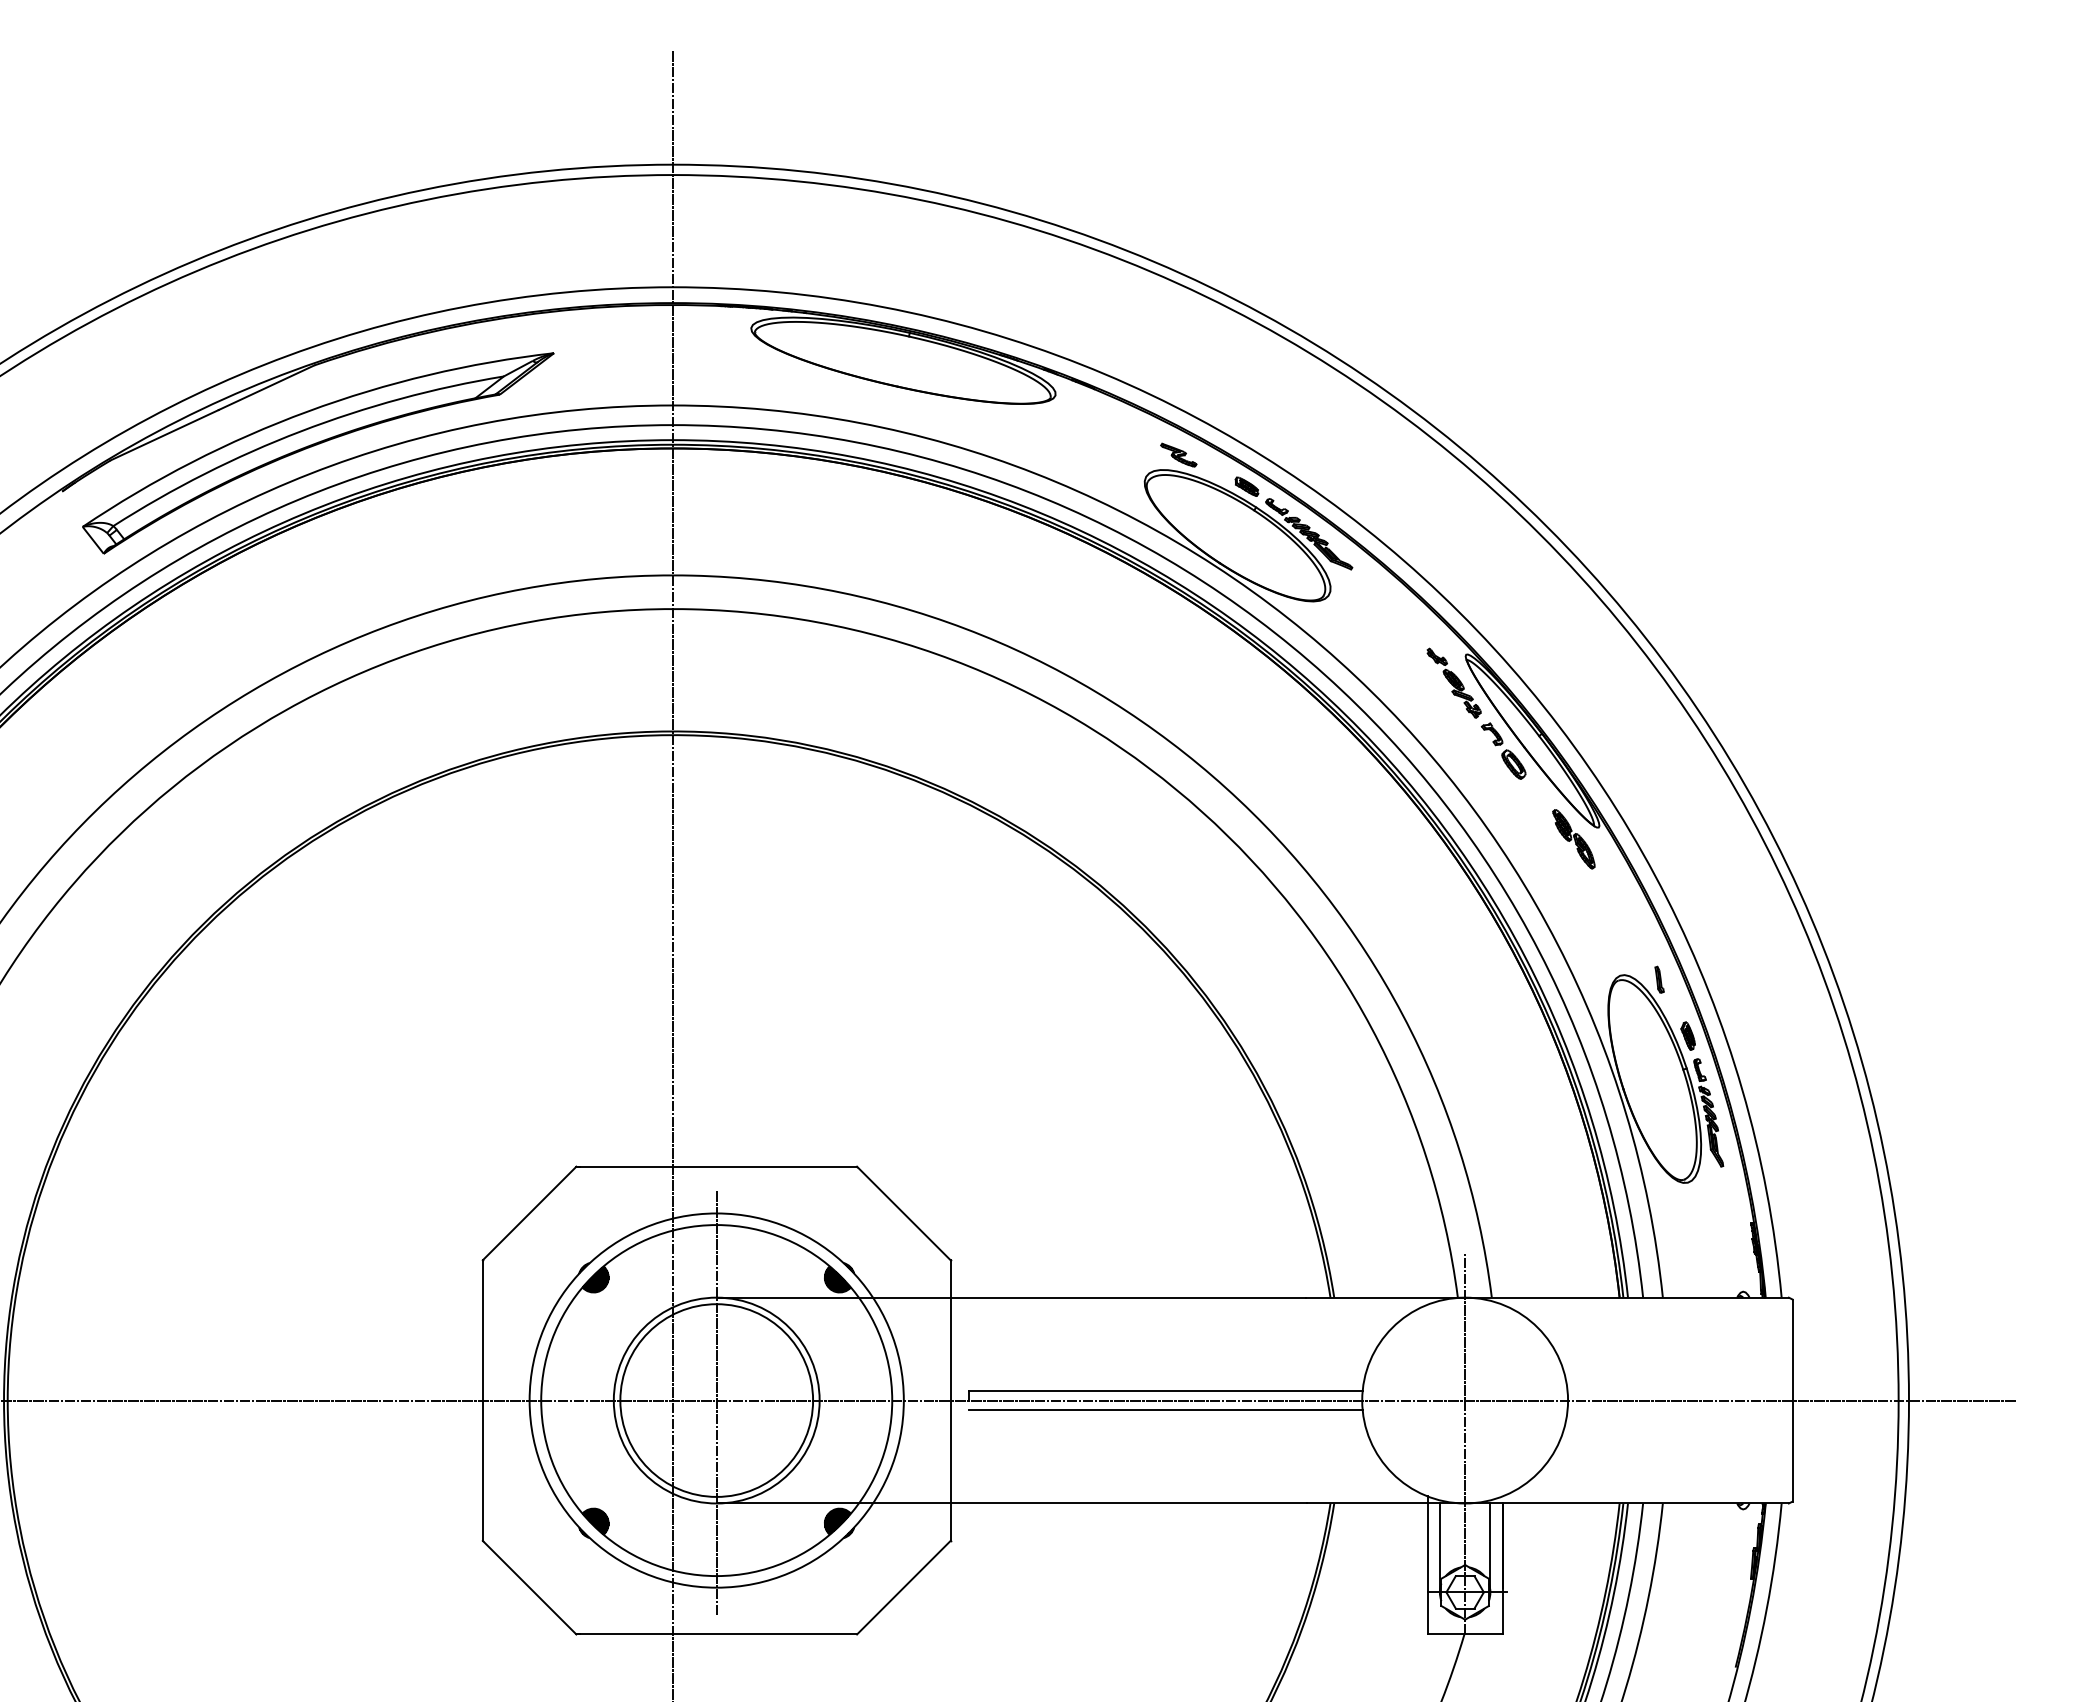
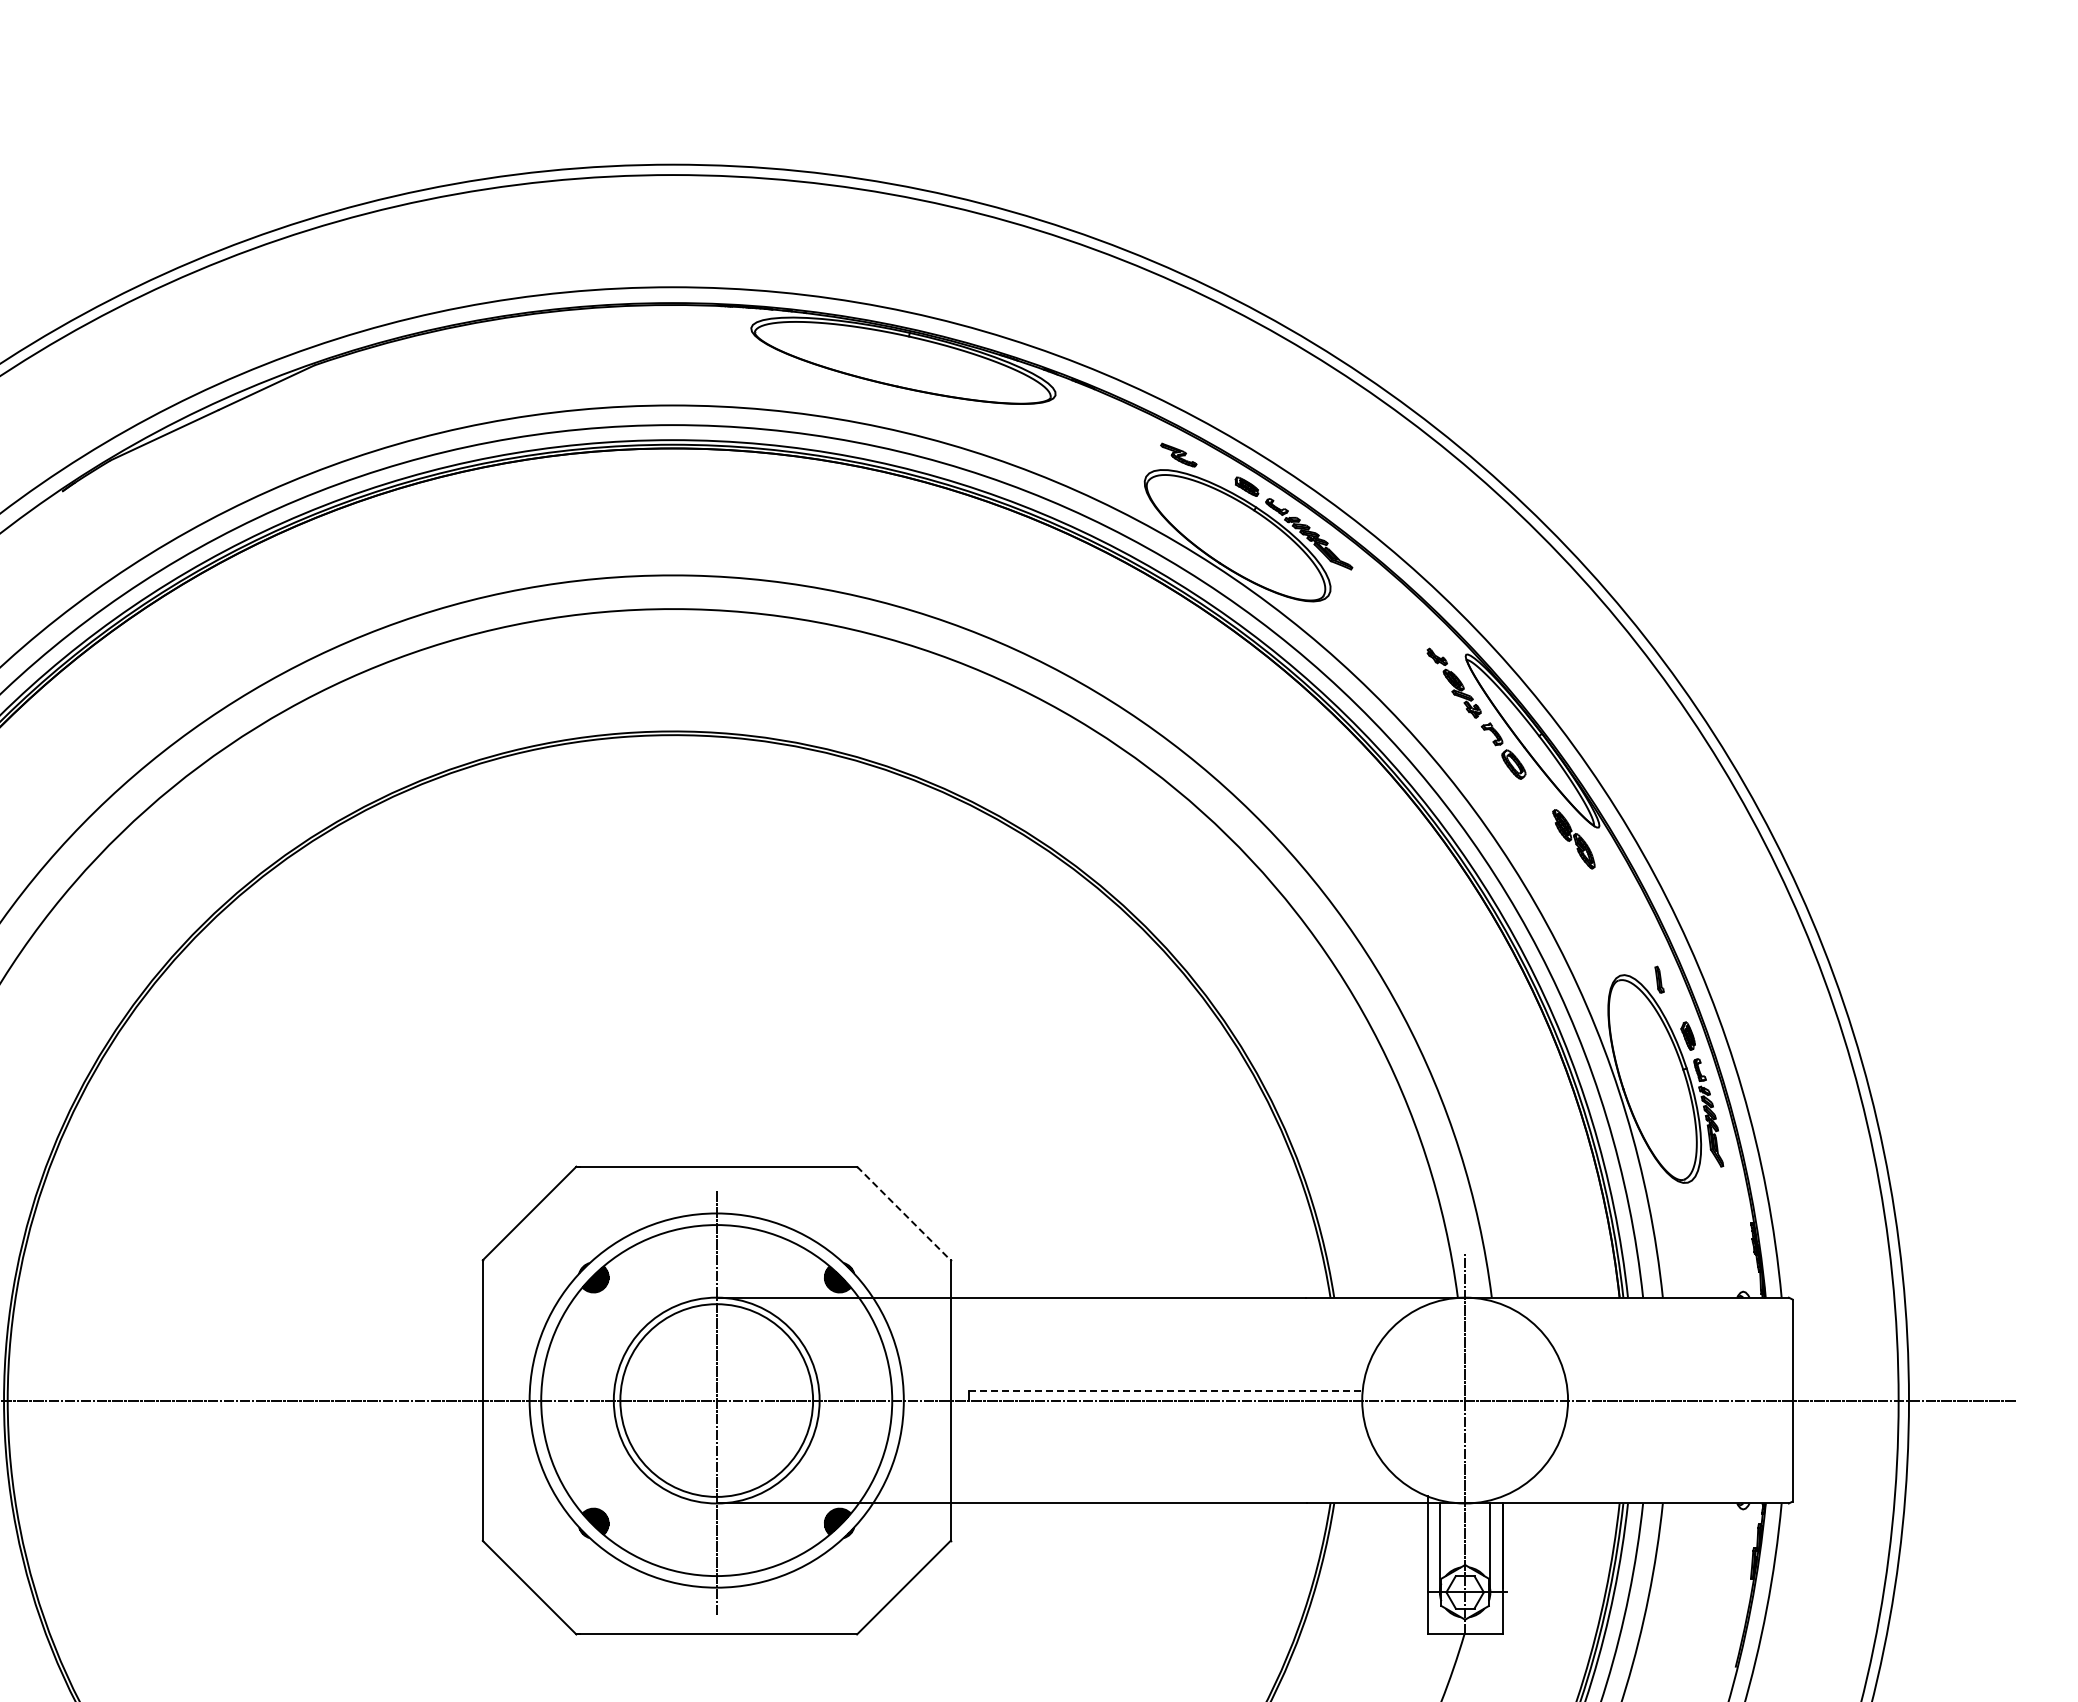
part at (317, 445): present -> none
line at (673, 874): present -> none
line at (904, 1213): solid -> dashed
line at (1165, 1391): solid -> dashed
line at (1165, 1409): present -> none
